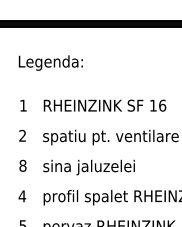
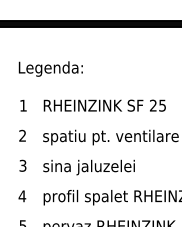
text at (50, 62) position: (50, 62) -> (50, 68)
text at (158, 105): 16 -> 25
text at (22, 165): 8 -> 3
